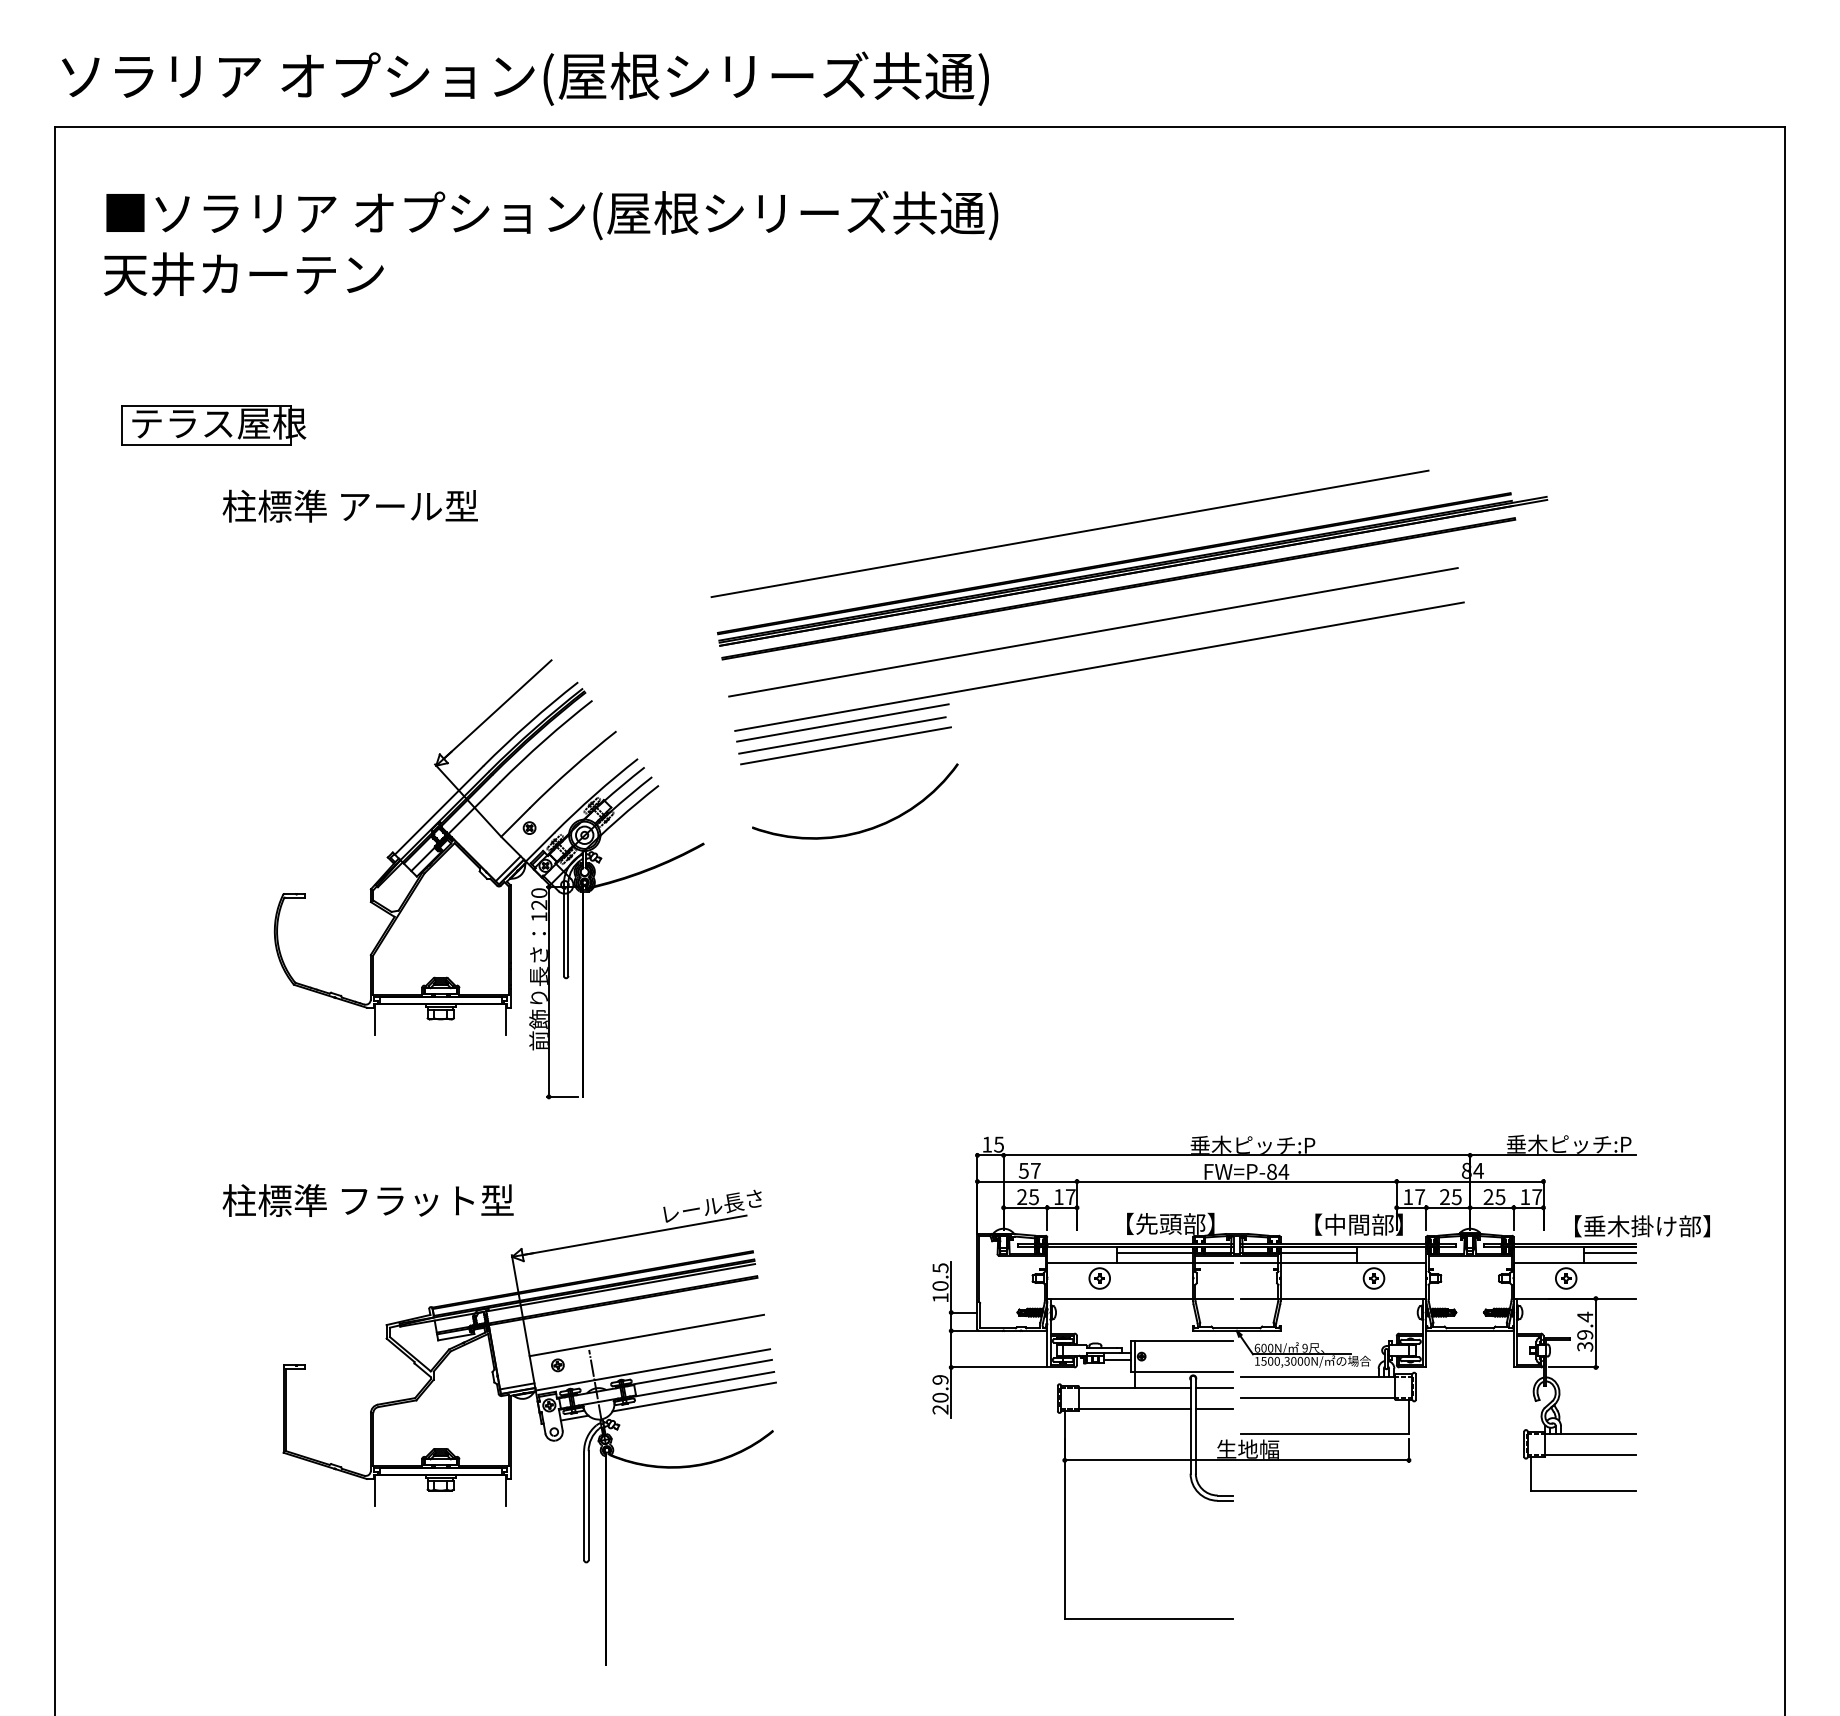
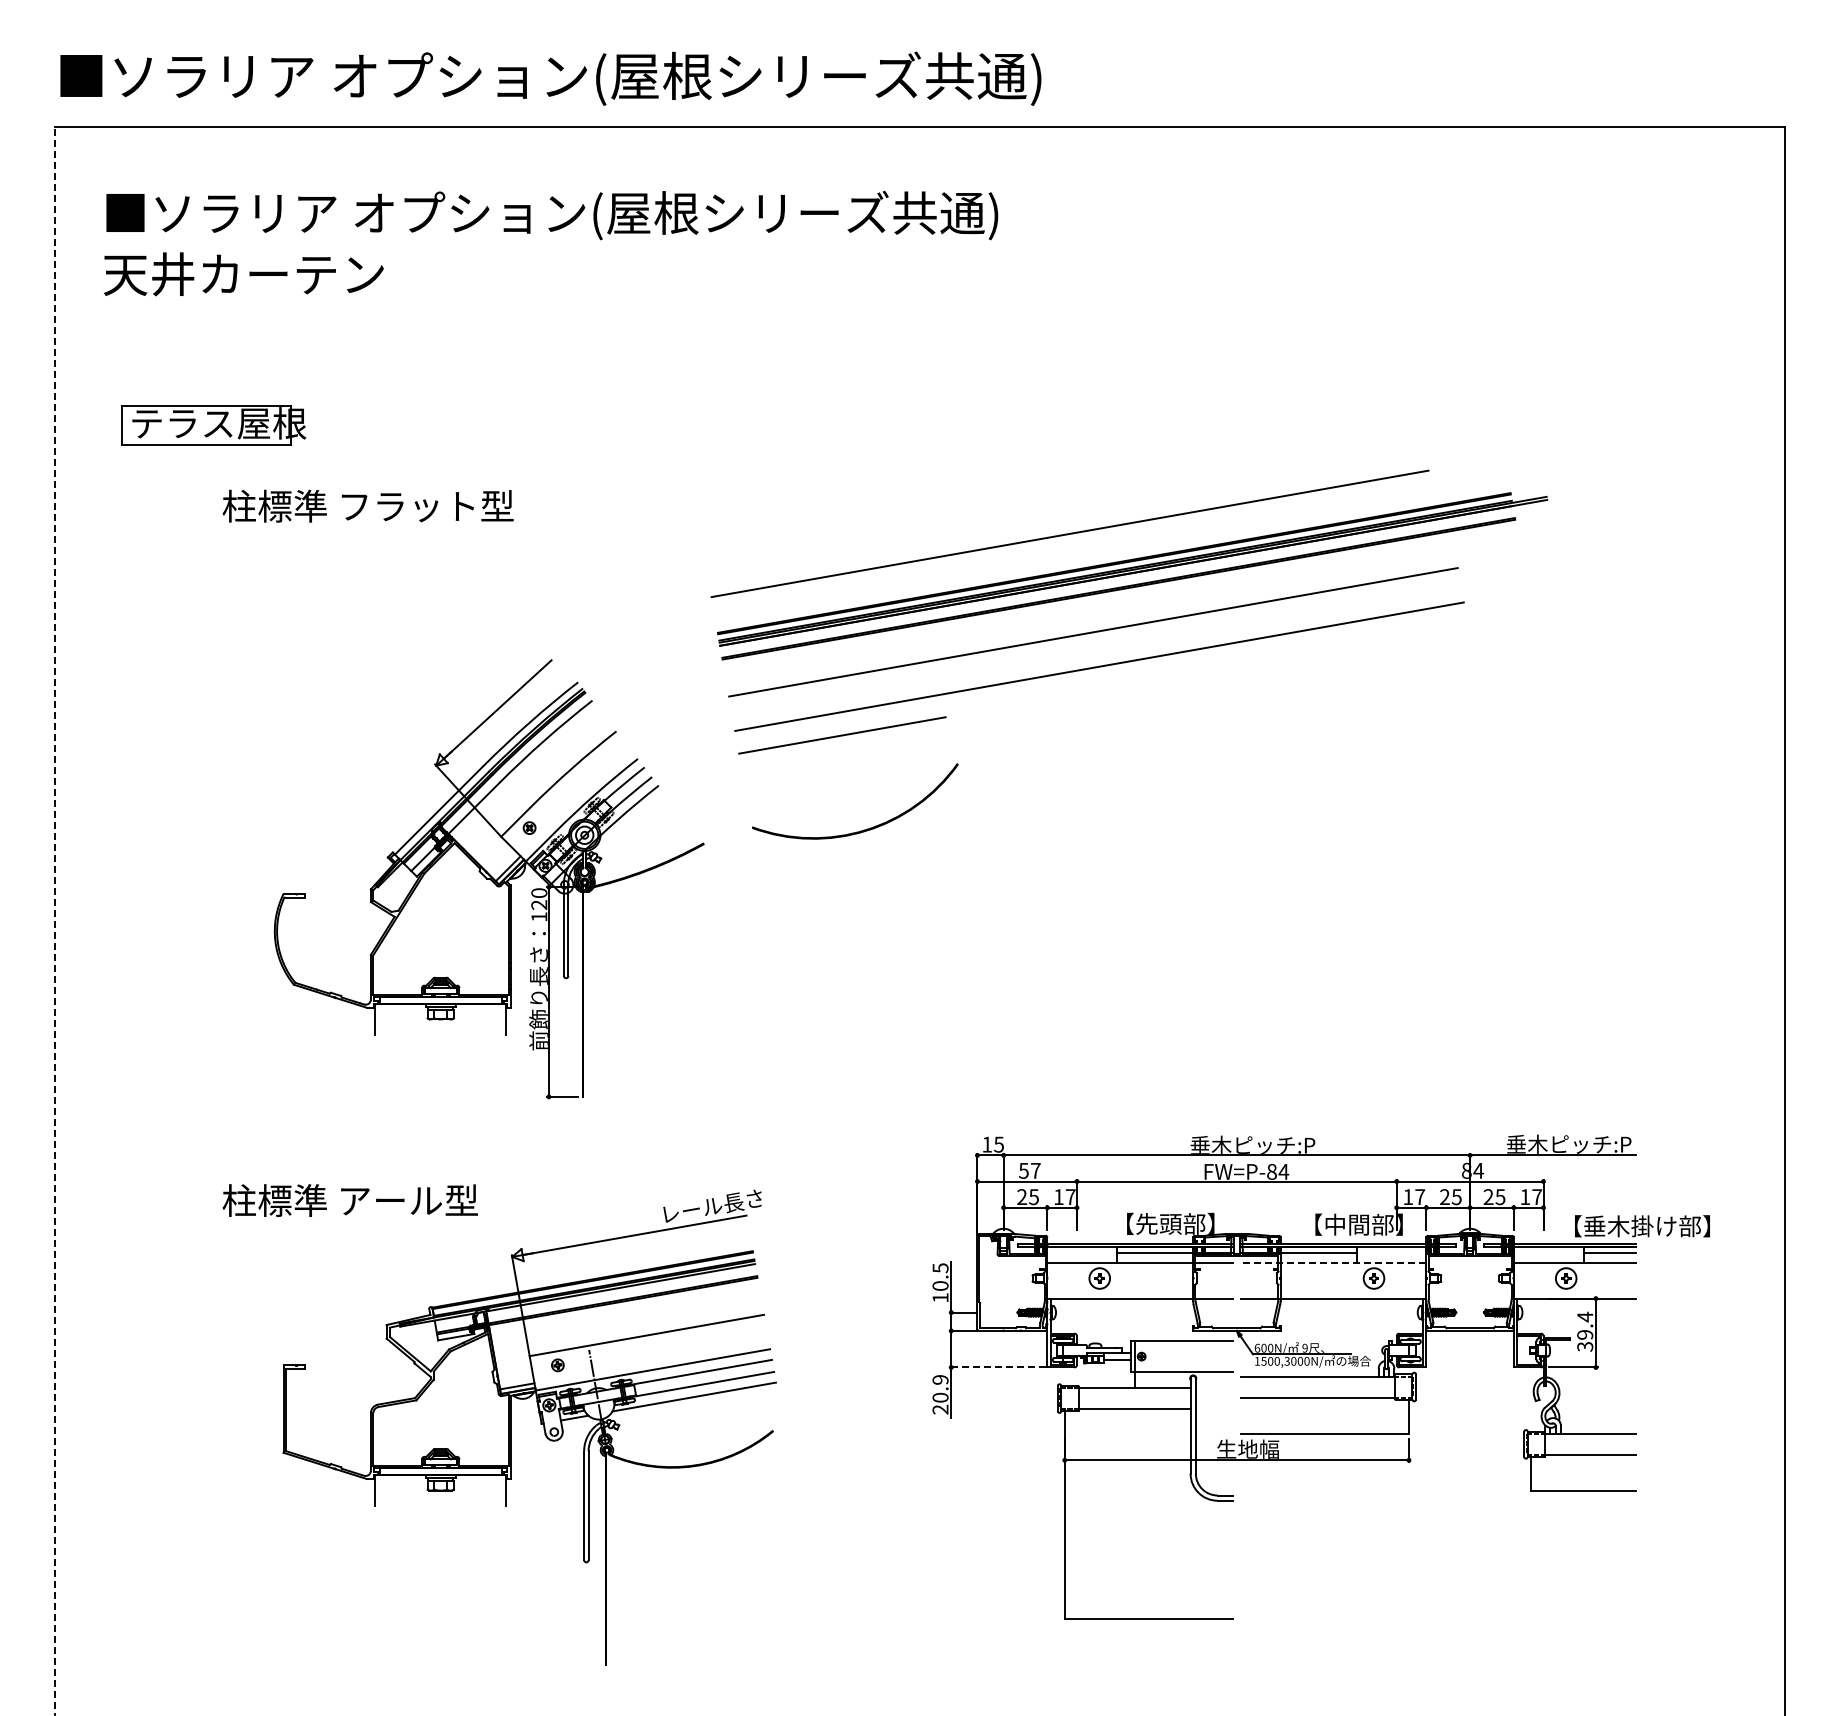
text at (550, 78): ソラリア オプション(屋根シリーズ共通) -> ■ソラリア オプション(屋根シリーズ共通)
text at (427, 506): 柱標準 アール型 -> 柱標準 フラット型
line at (842, 722): present -> none
line at (845, 745): present -> none
line at (55, 921): solid -> dashed
text at (427, 1200): 柱標準 フラット型 -> 柱標準 アール型
line at (1333, 1263): solid -> dashed
line at (997, 1367): solid -> dashed
line at (1213, 1388): present -> none
line at (1213, 1409): present -> none
